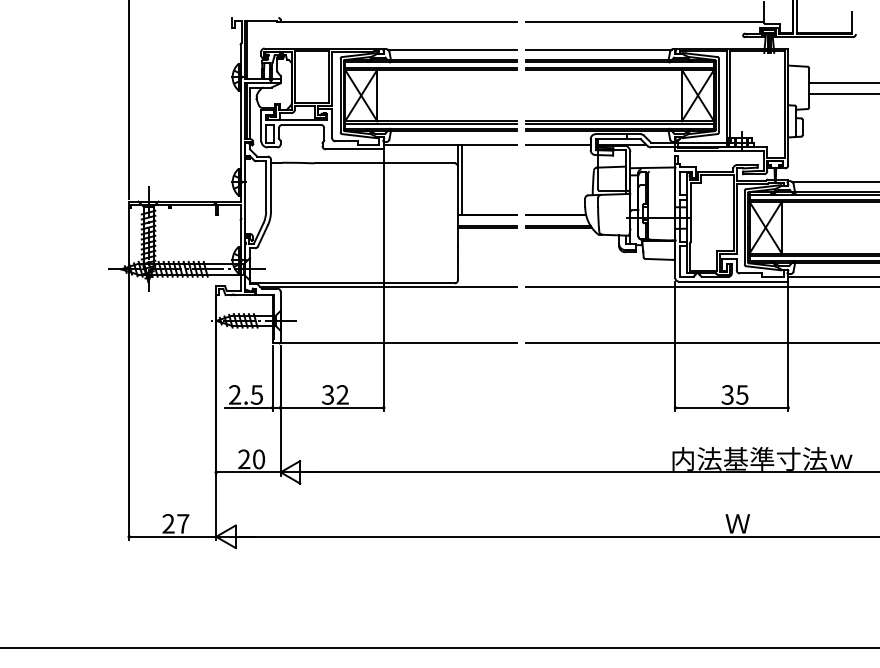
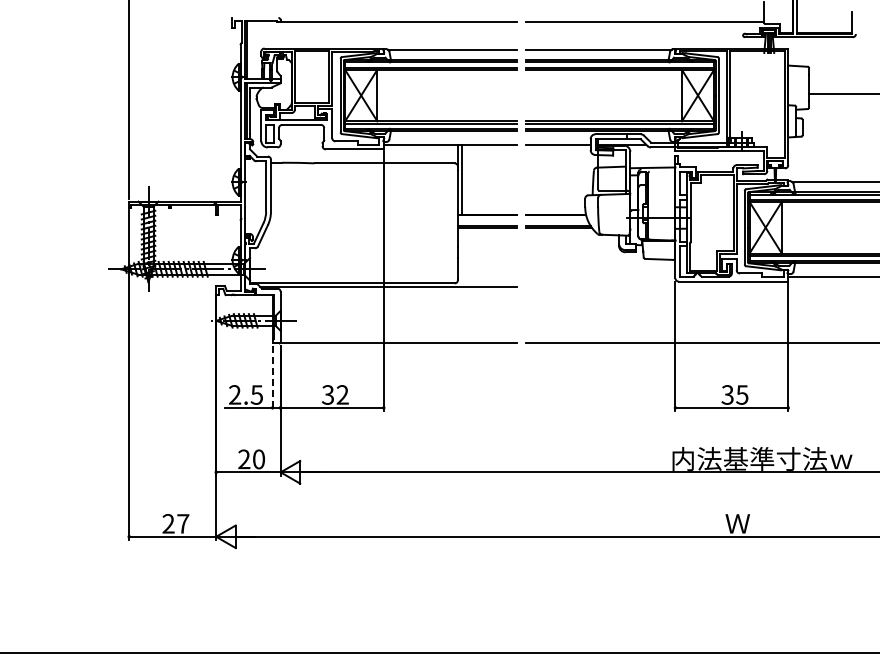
line at (842, 83): present -> none
line at (701, 287): present -> none
line at (272, 378): solid -> dashed
line at (439, 647) position: (439, 647) -> (439, 652)
